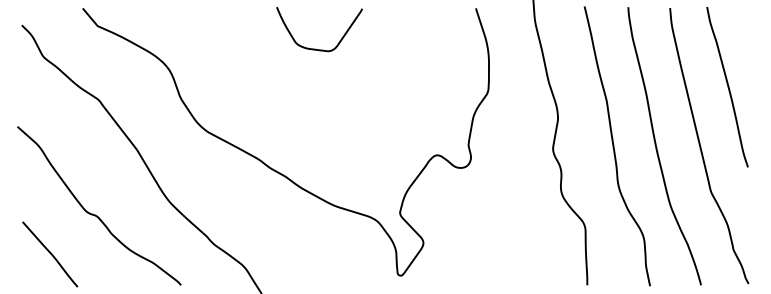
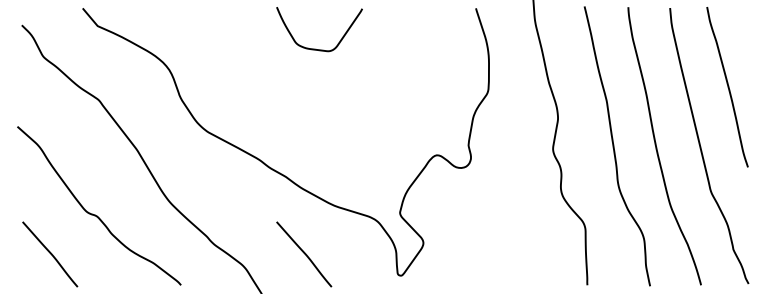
curve at (304, 254): none -> present
